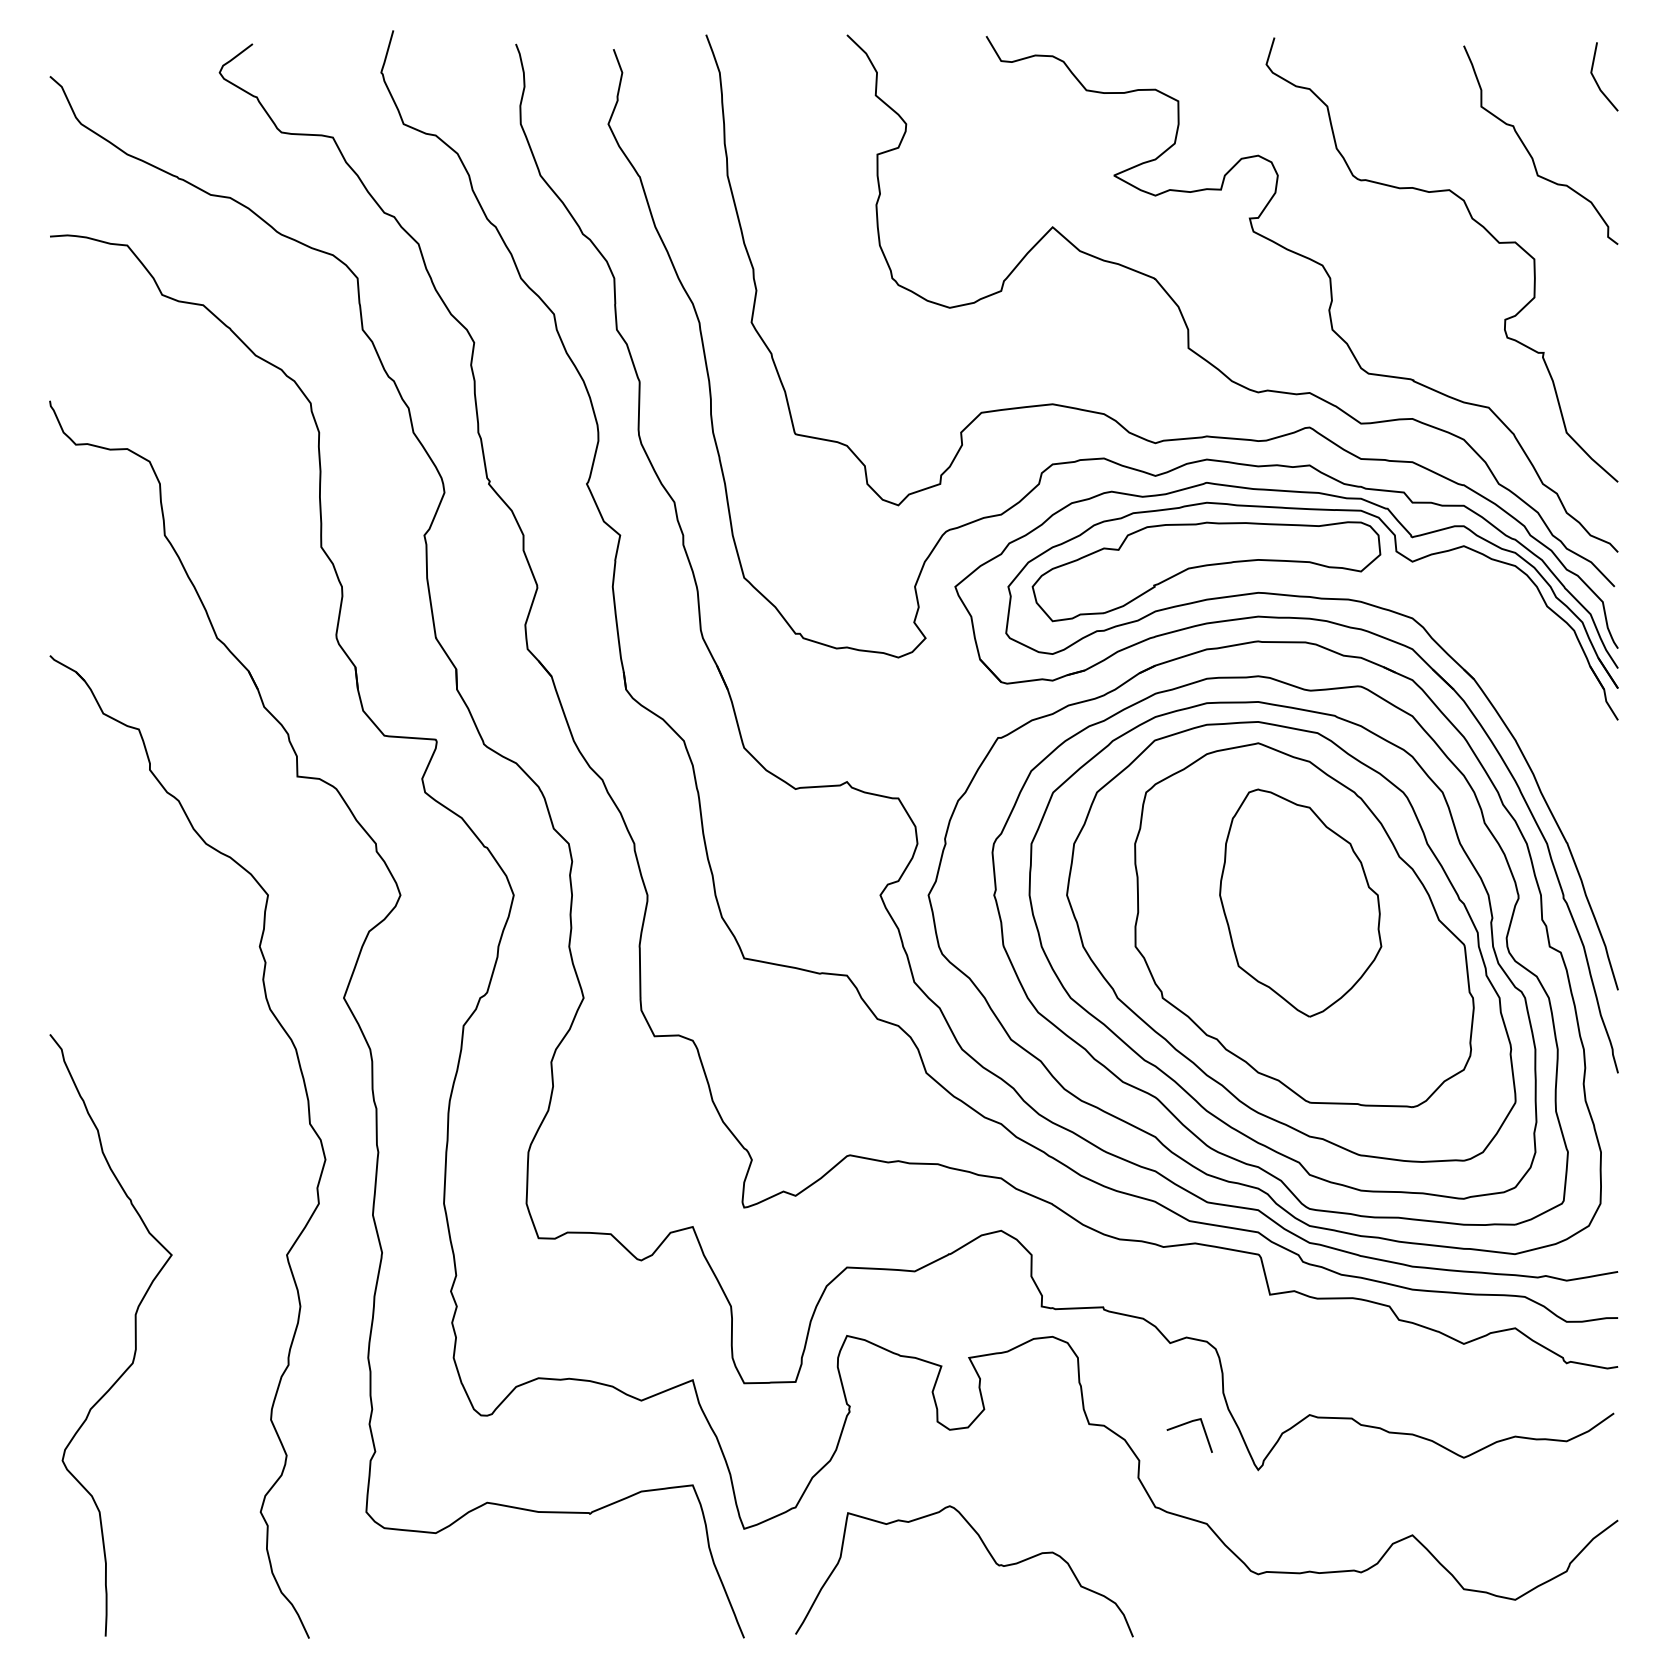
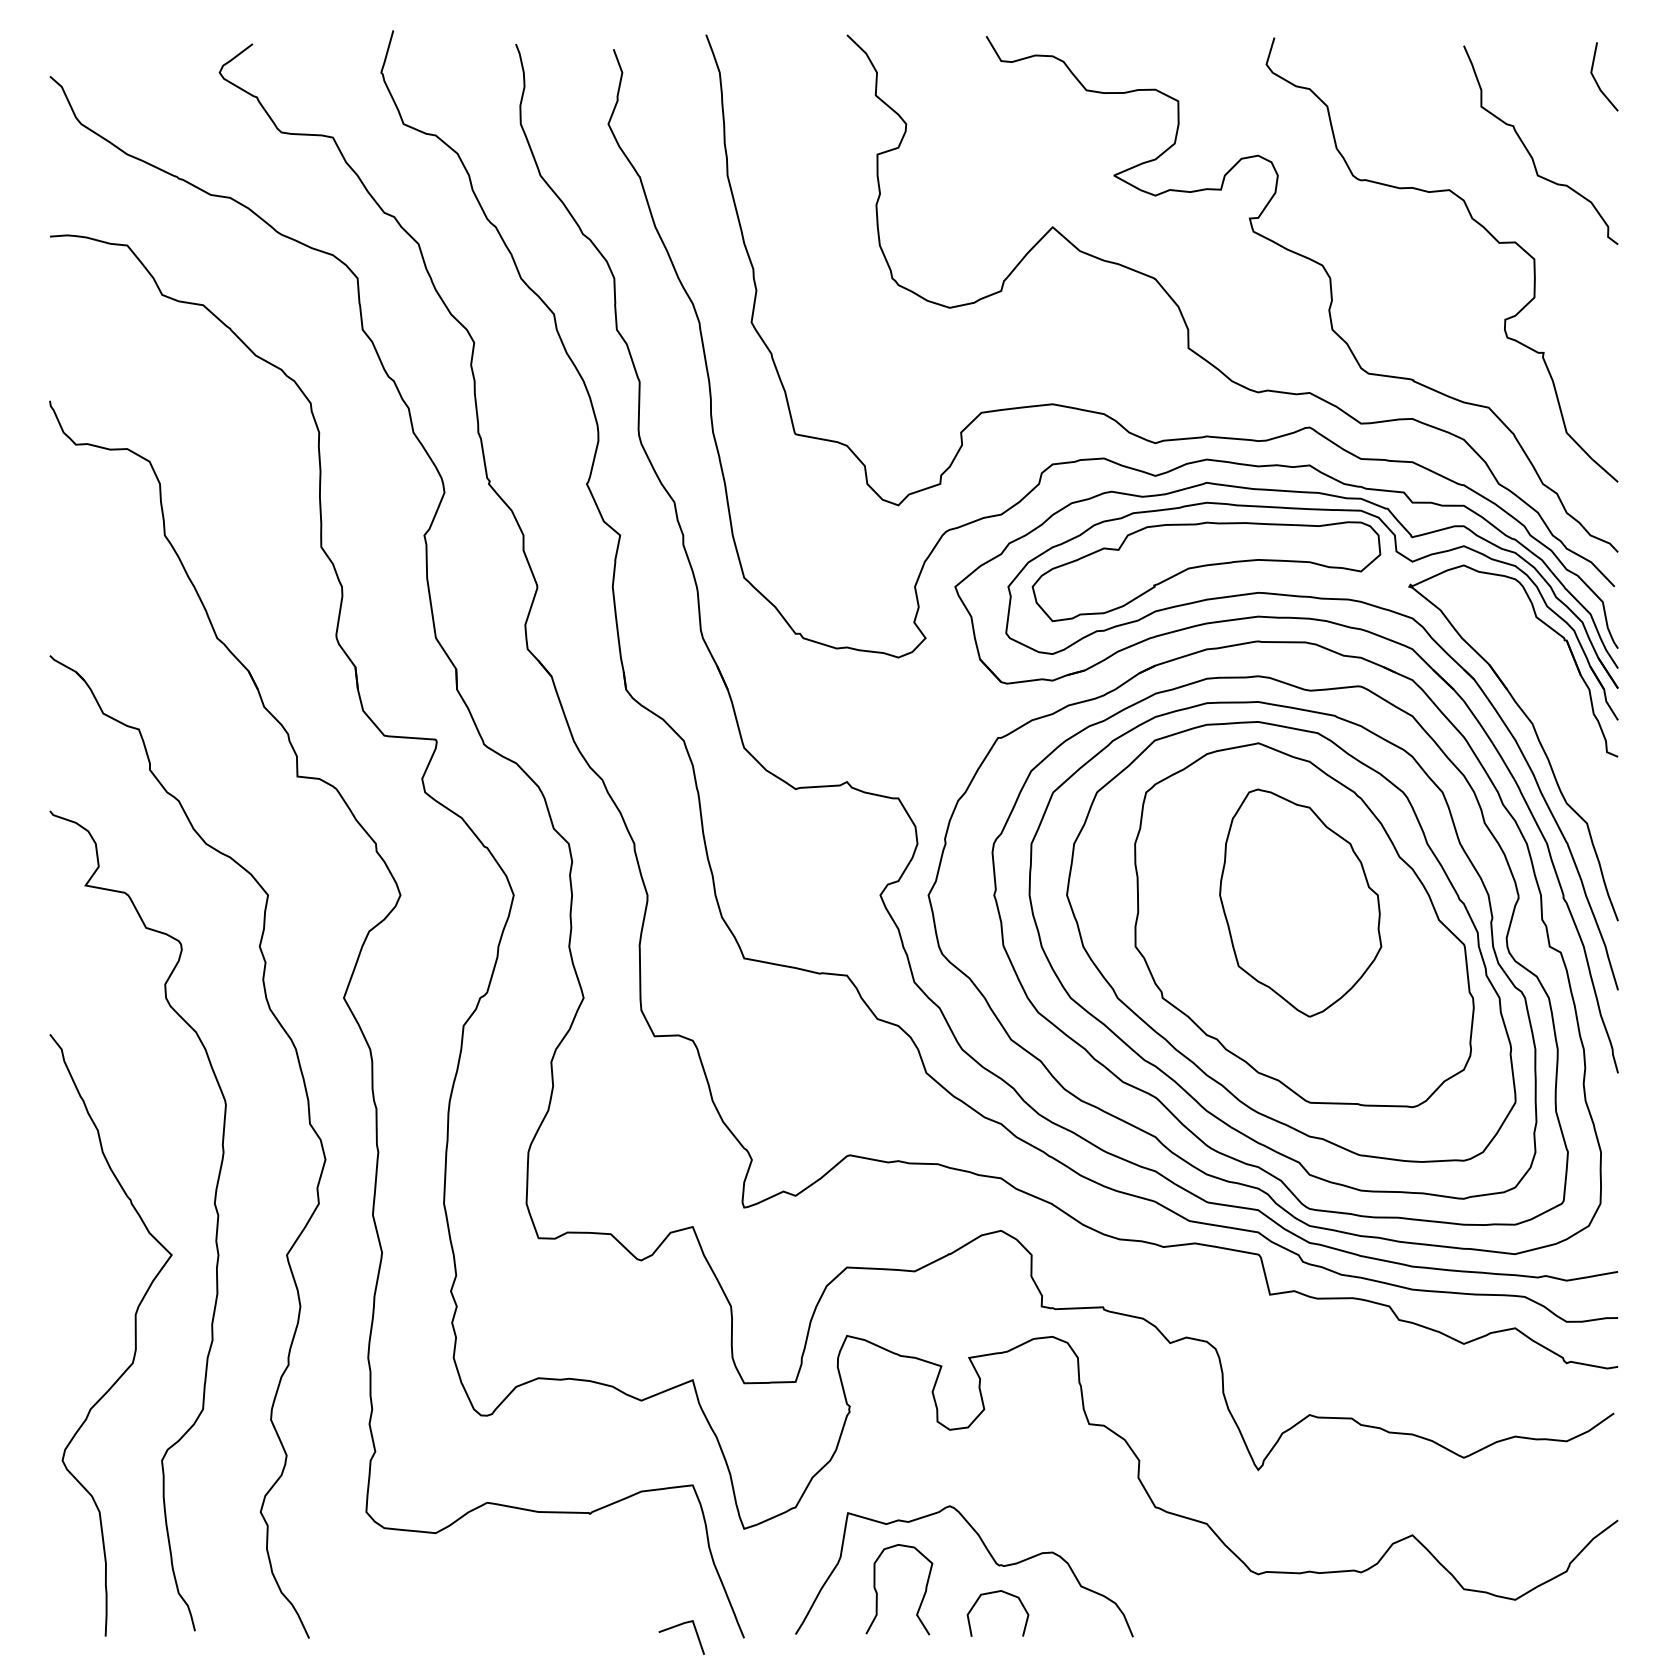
part at (1534, 732): none -> present
curve at (213, 1203): none -> present
line at (1186, 1424) position: (1186, 1424) -> (678, 1626)
curve at (877, 1591): none -> present
curve at (994, 1593): none -> present
